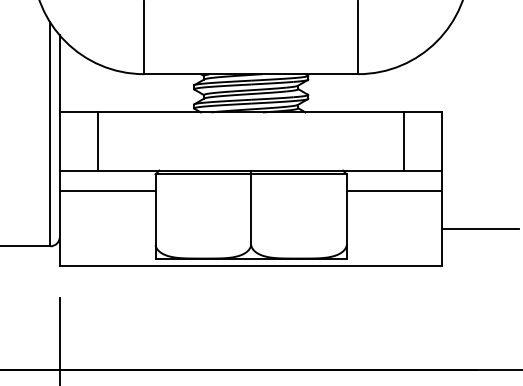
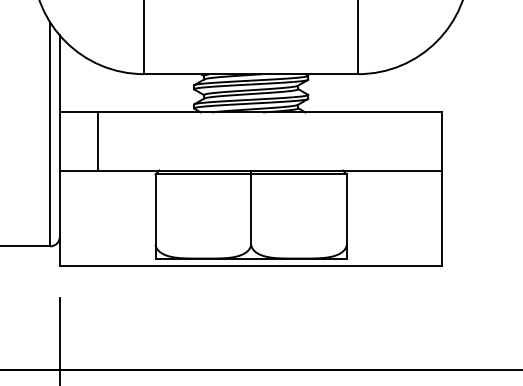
line at (404, 141): present -> none
line at (107, 191): present -> none
line at (394, 191): present -> none
line at (480, 229): present -> none
